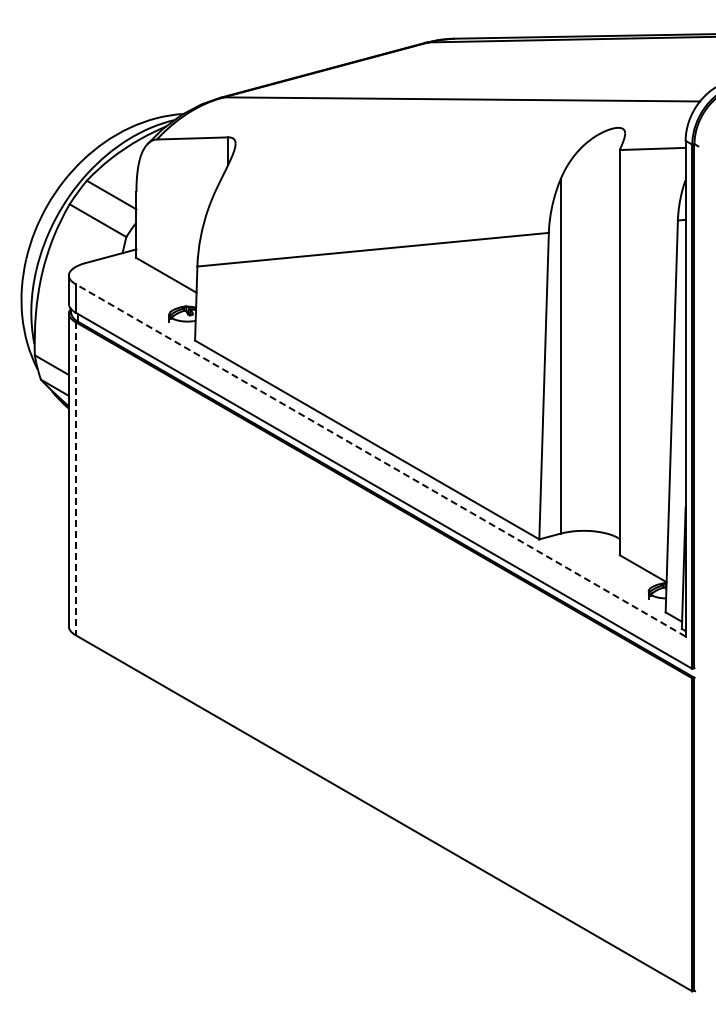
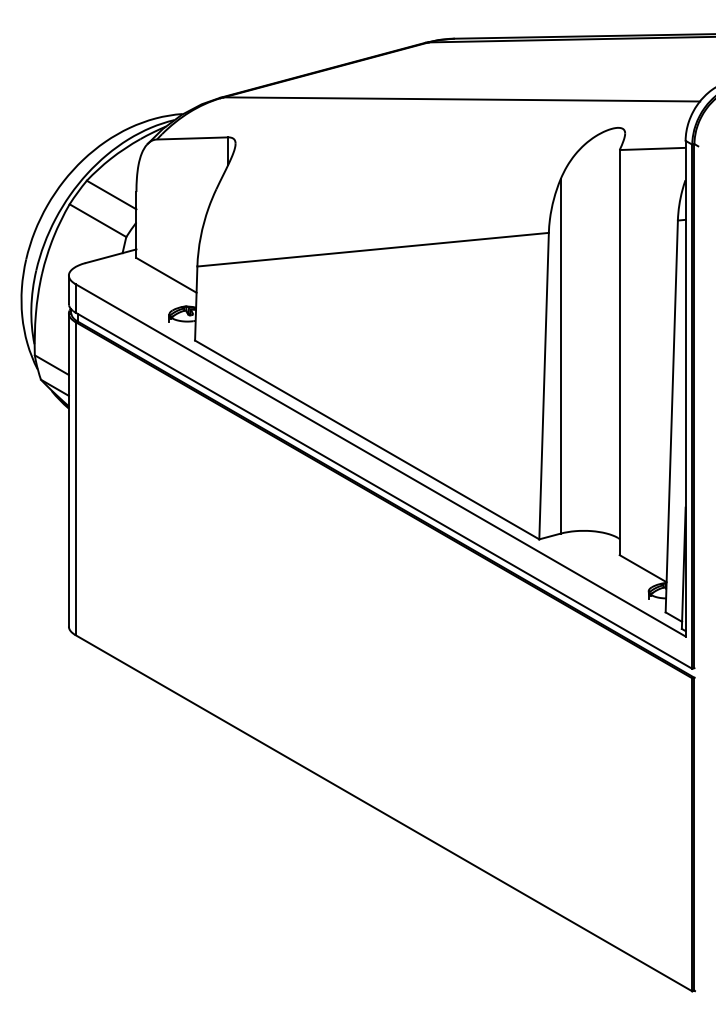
line at (380, 460): dashed -> solid
line at (75, 478): dashed -> solid
